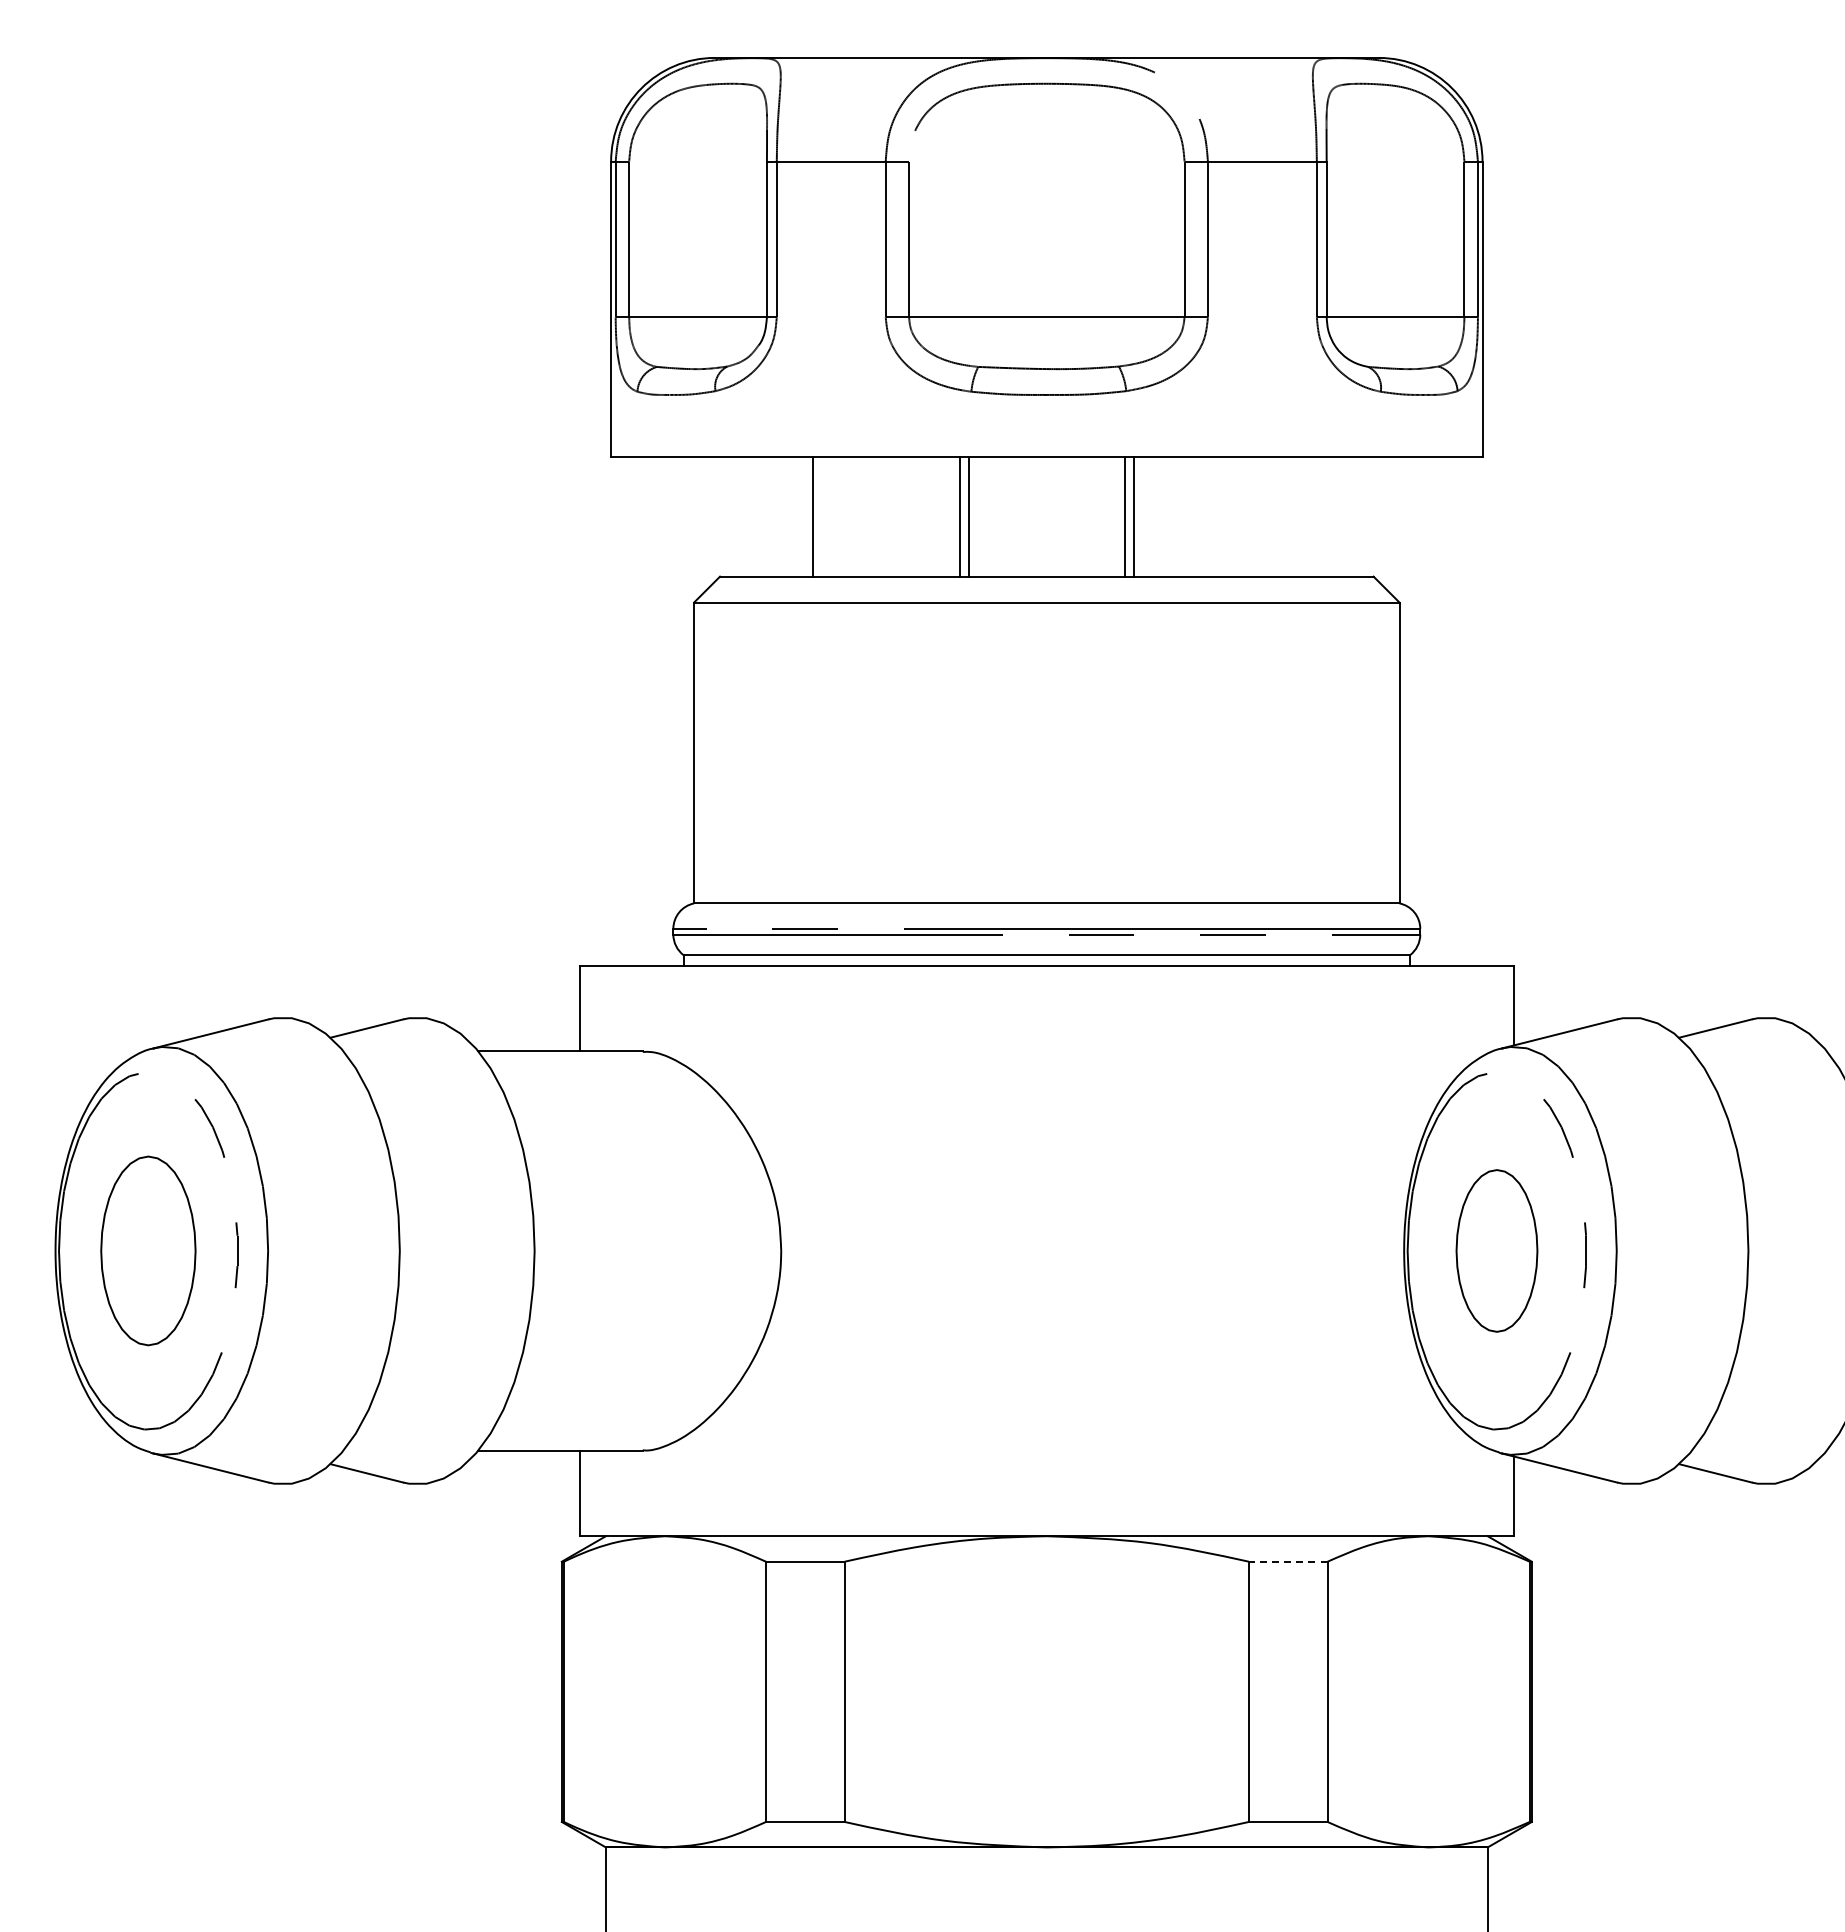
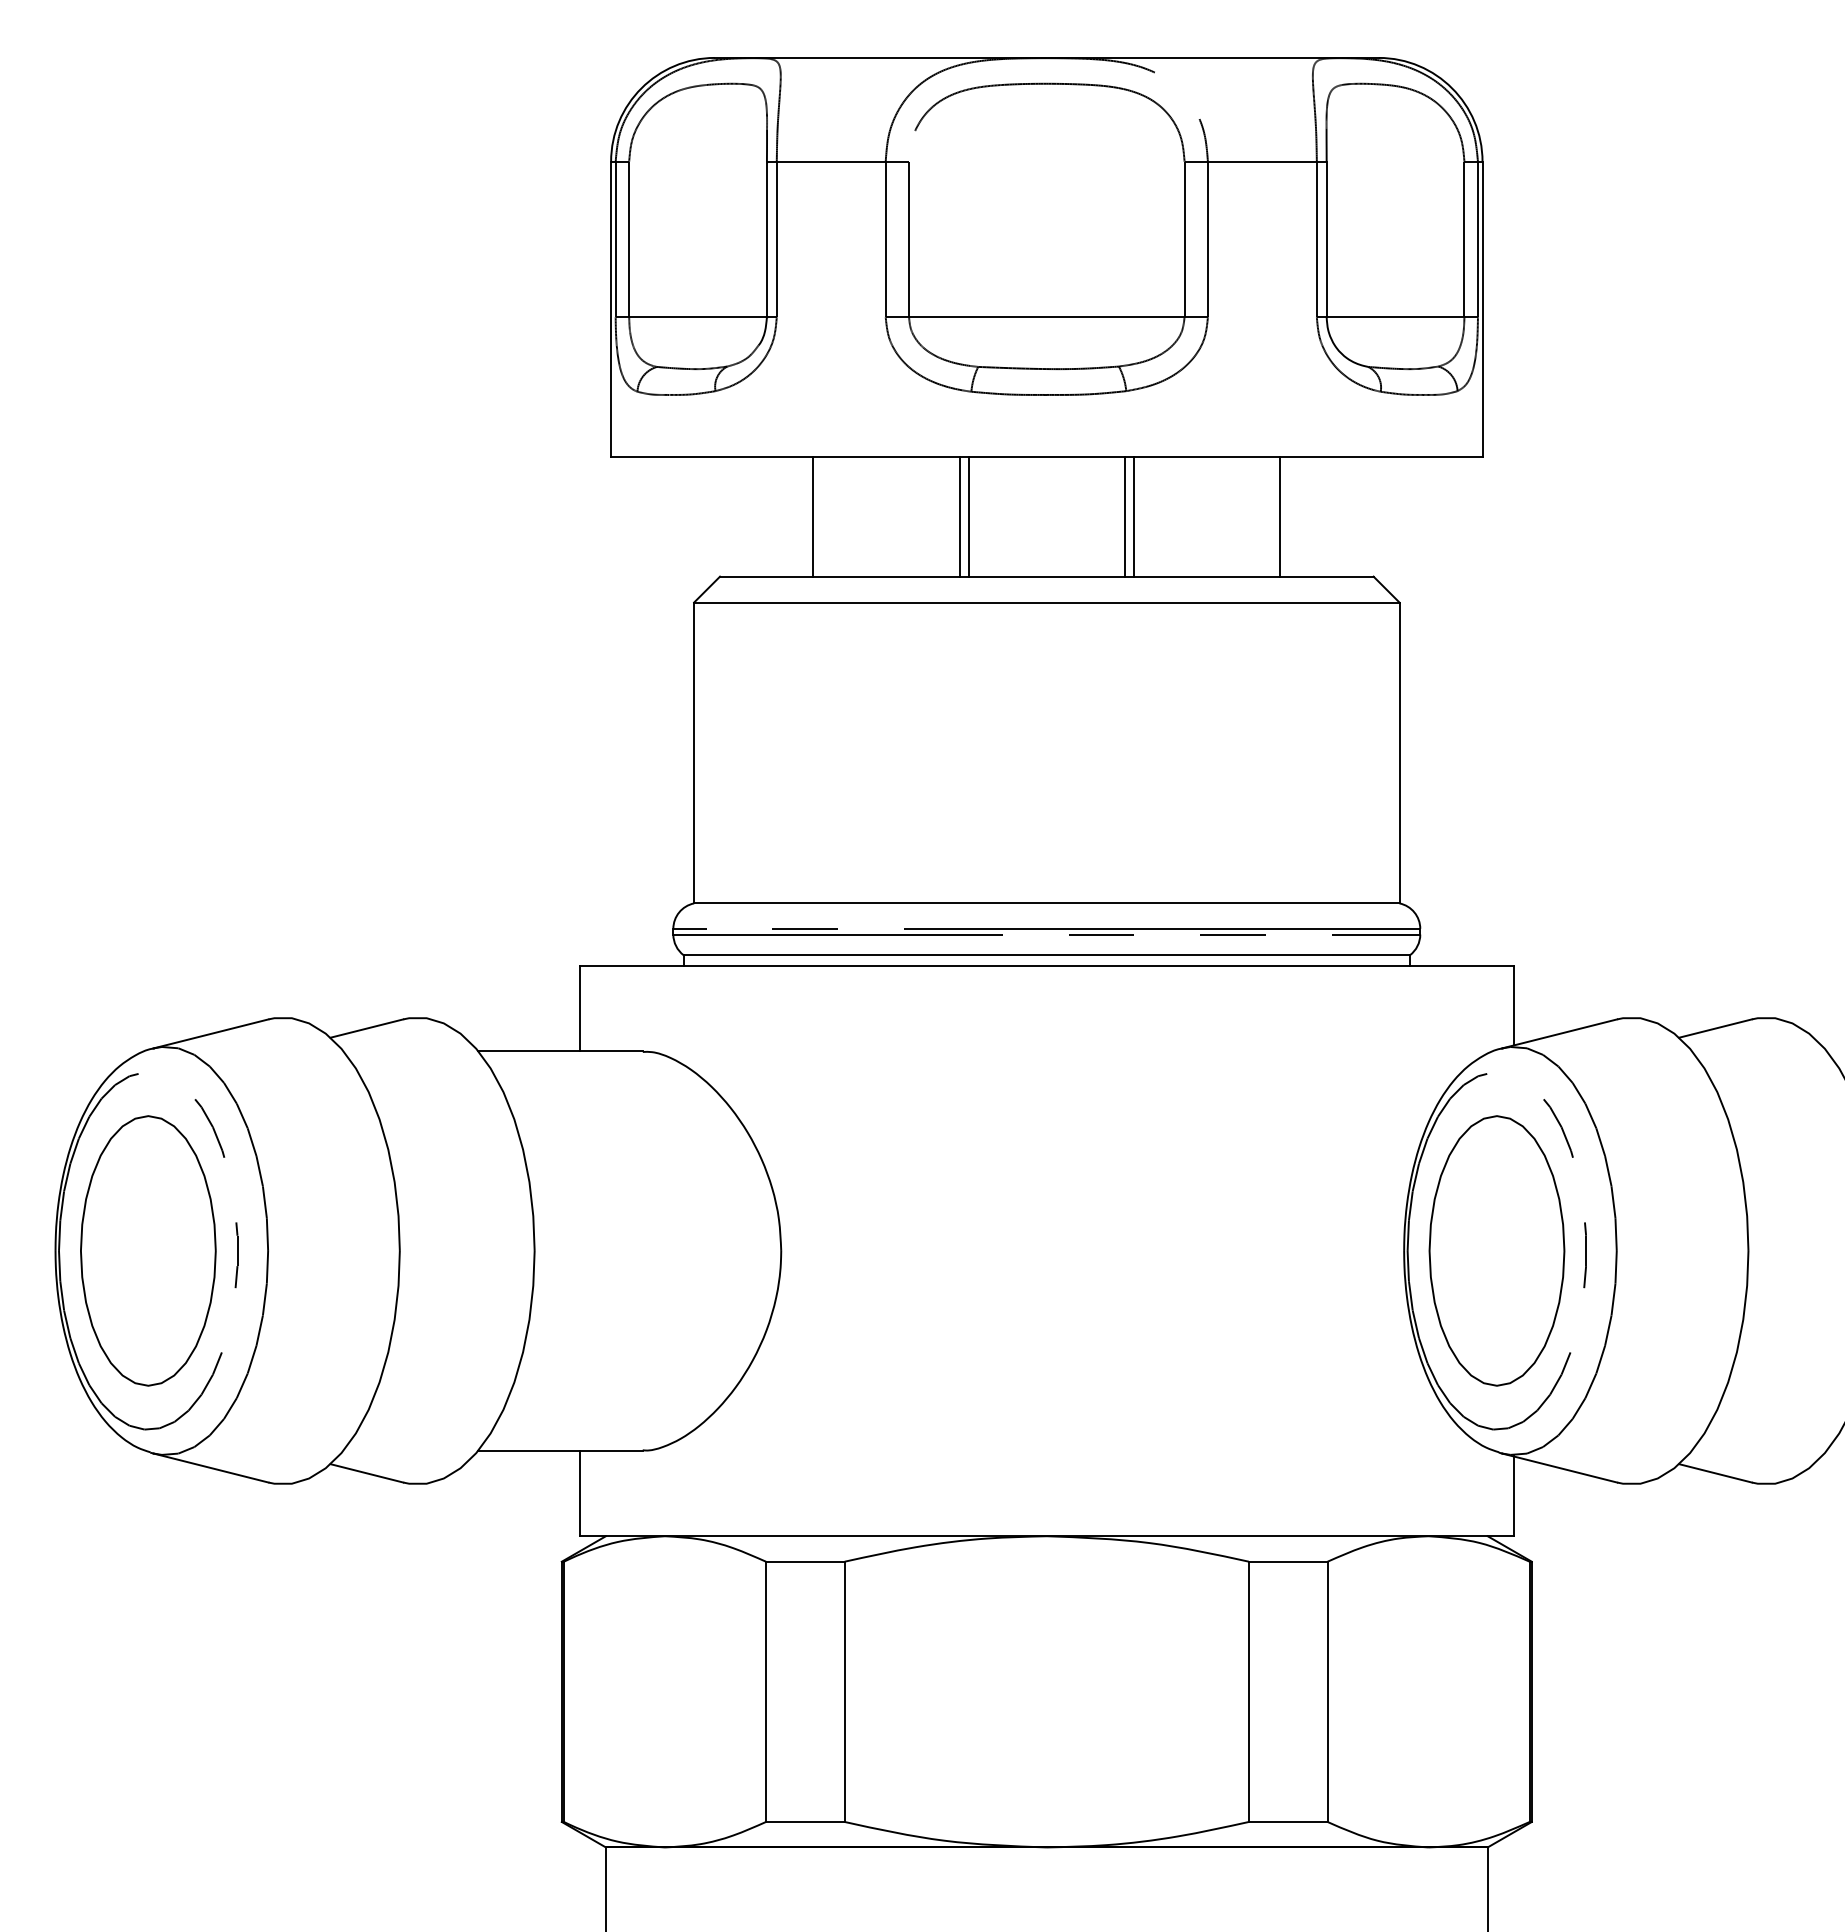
line at (1280, 516): none -> present
part at (148, 1250) size: 97x192 px -> 137x272 px
part at (1496, 1250) size: 84x164 px -> 138x272 px
line at (1287, 1561): dashed -> solid
